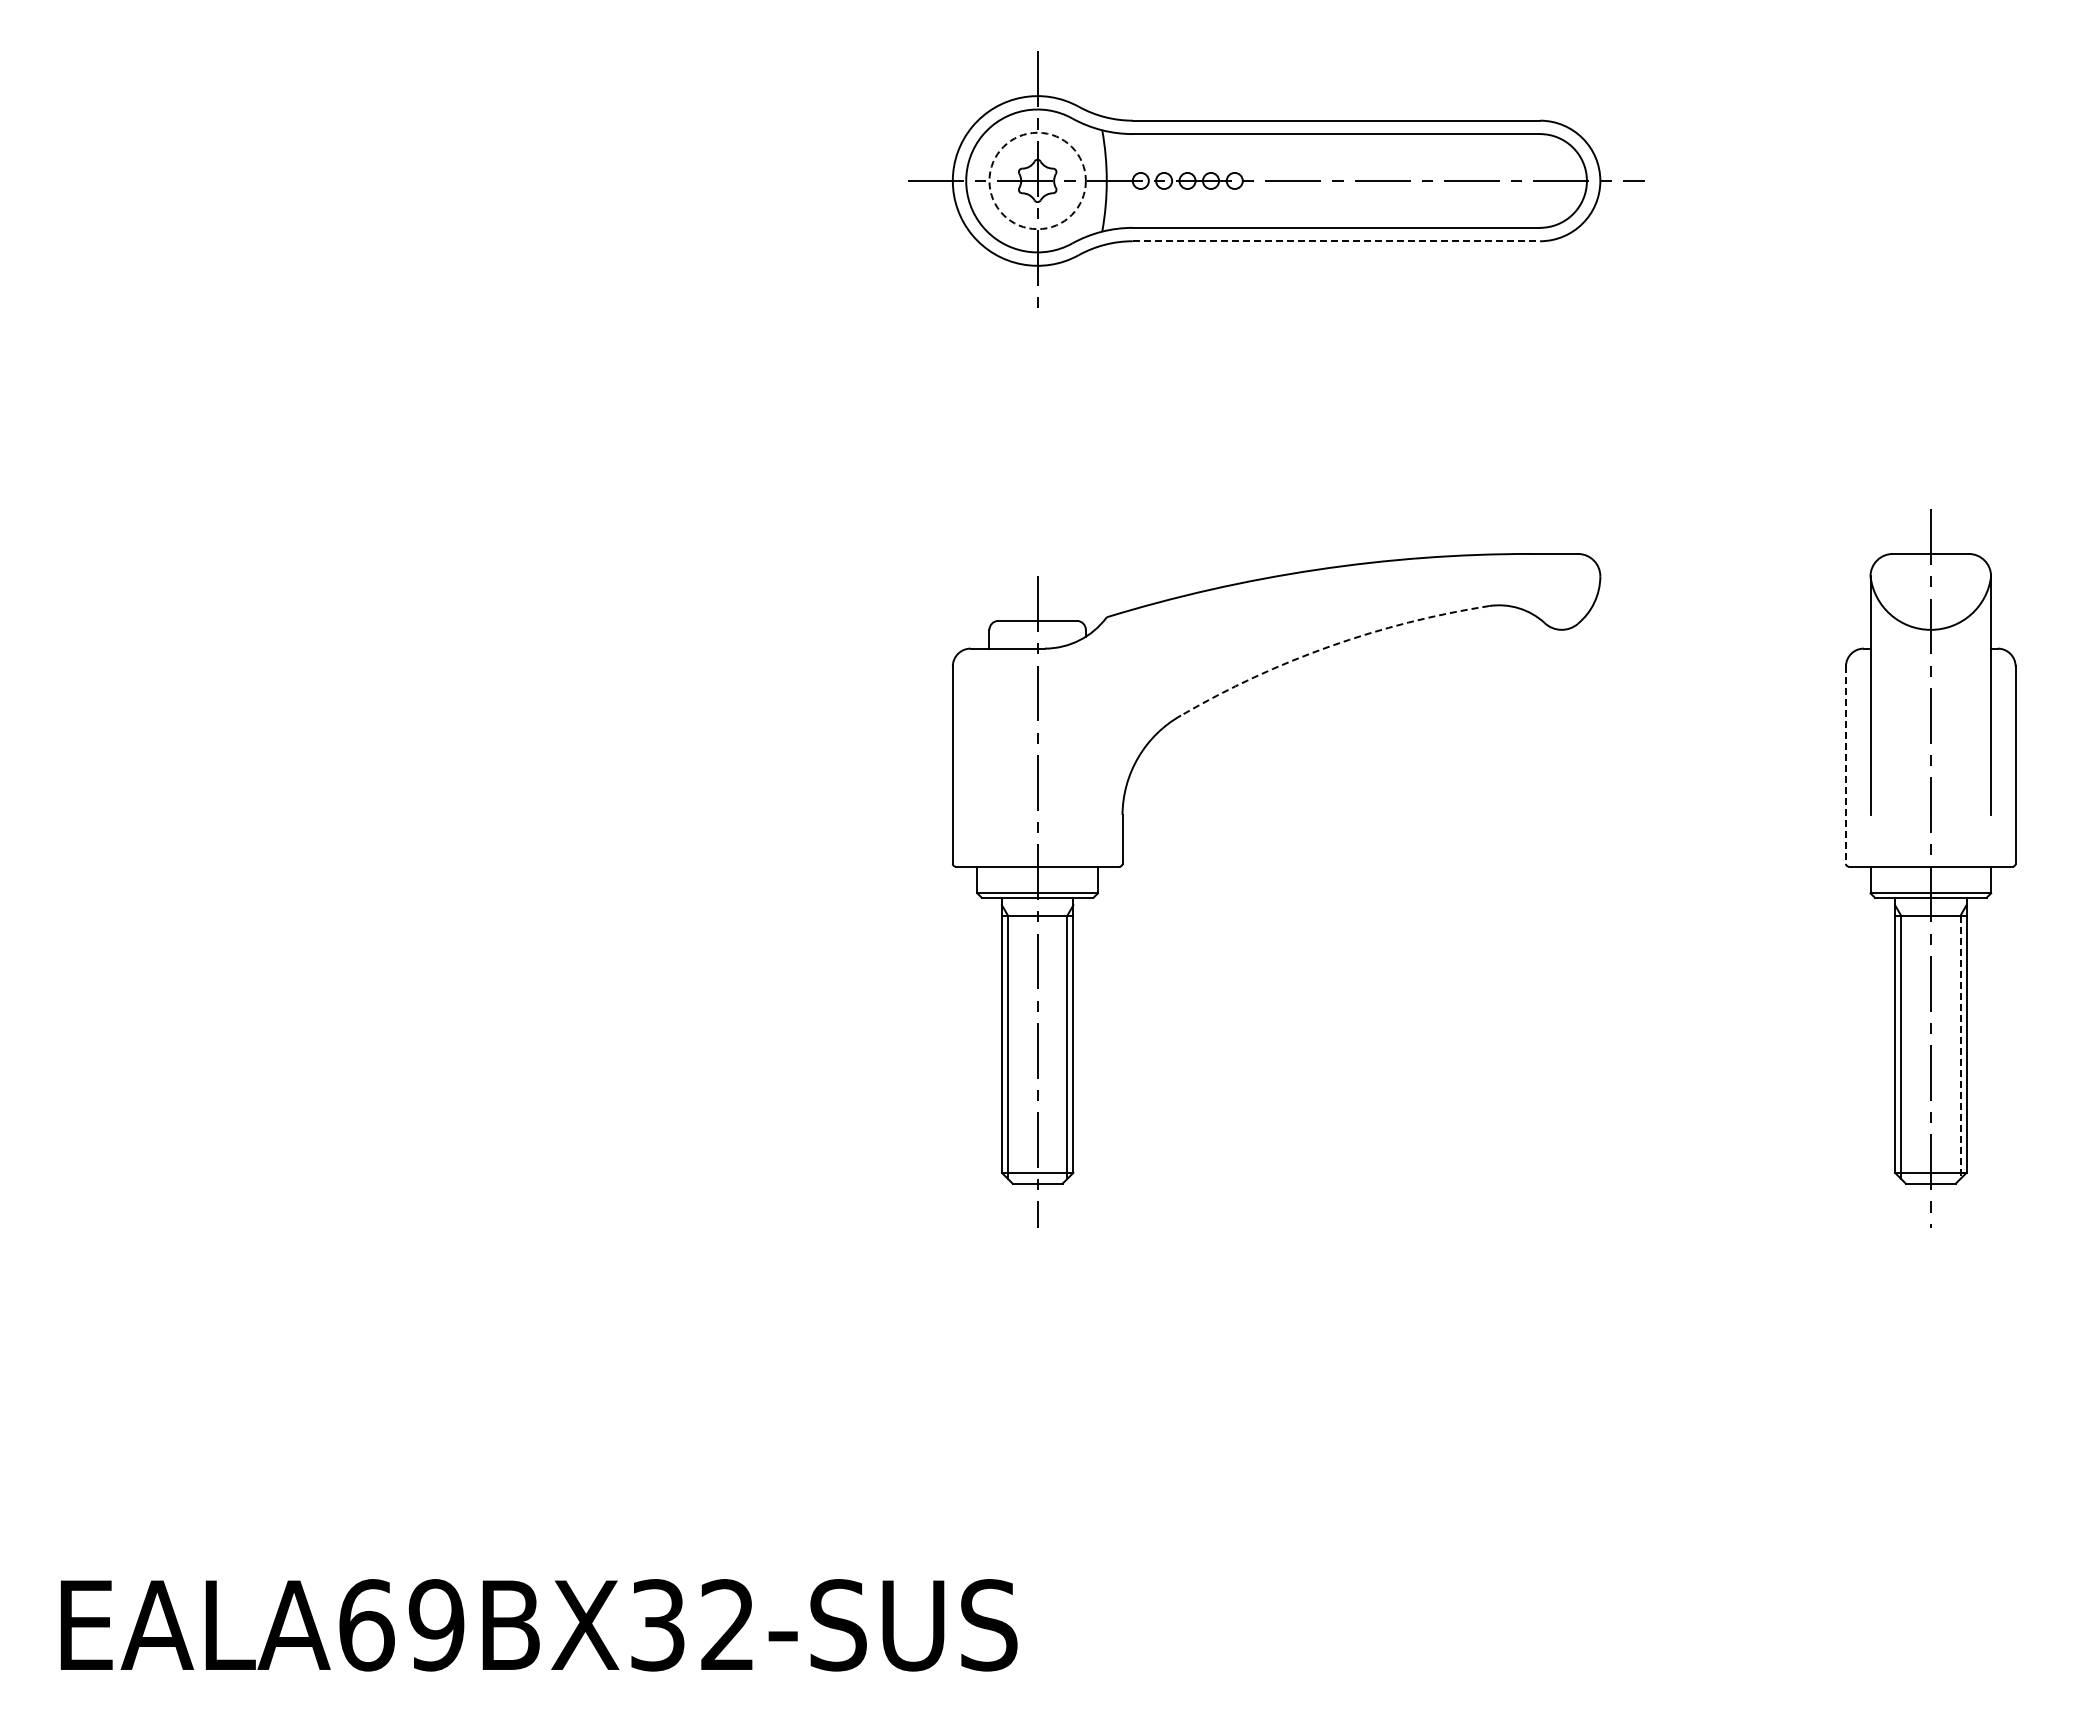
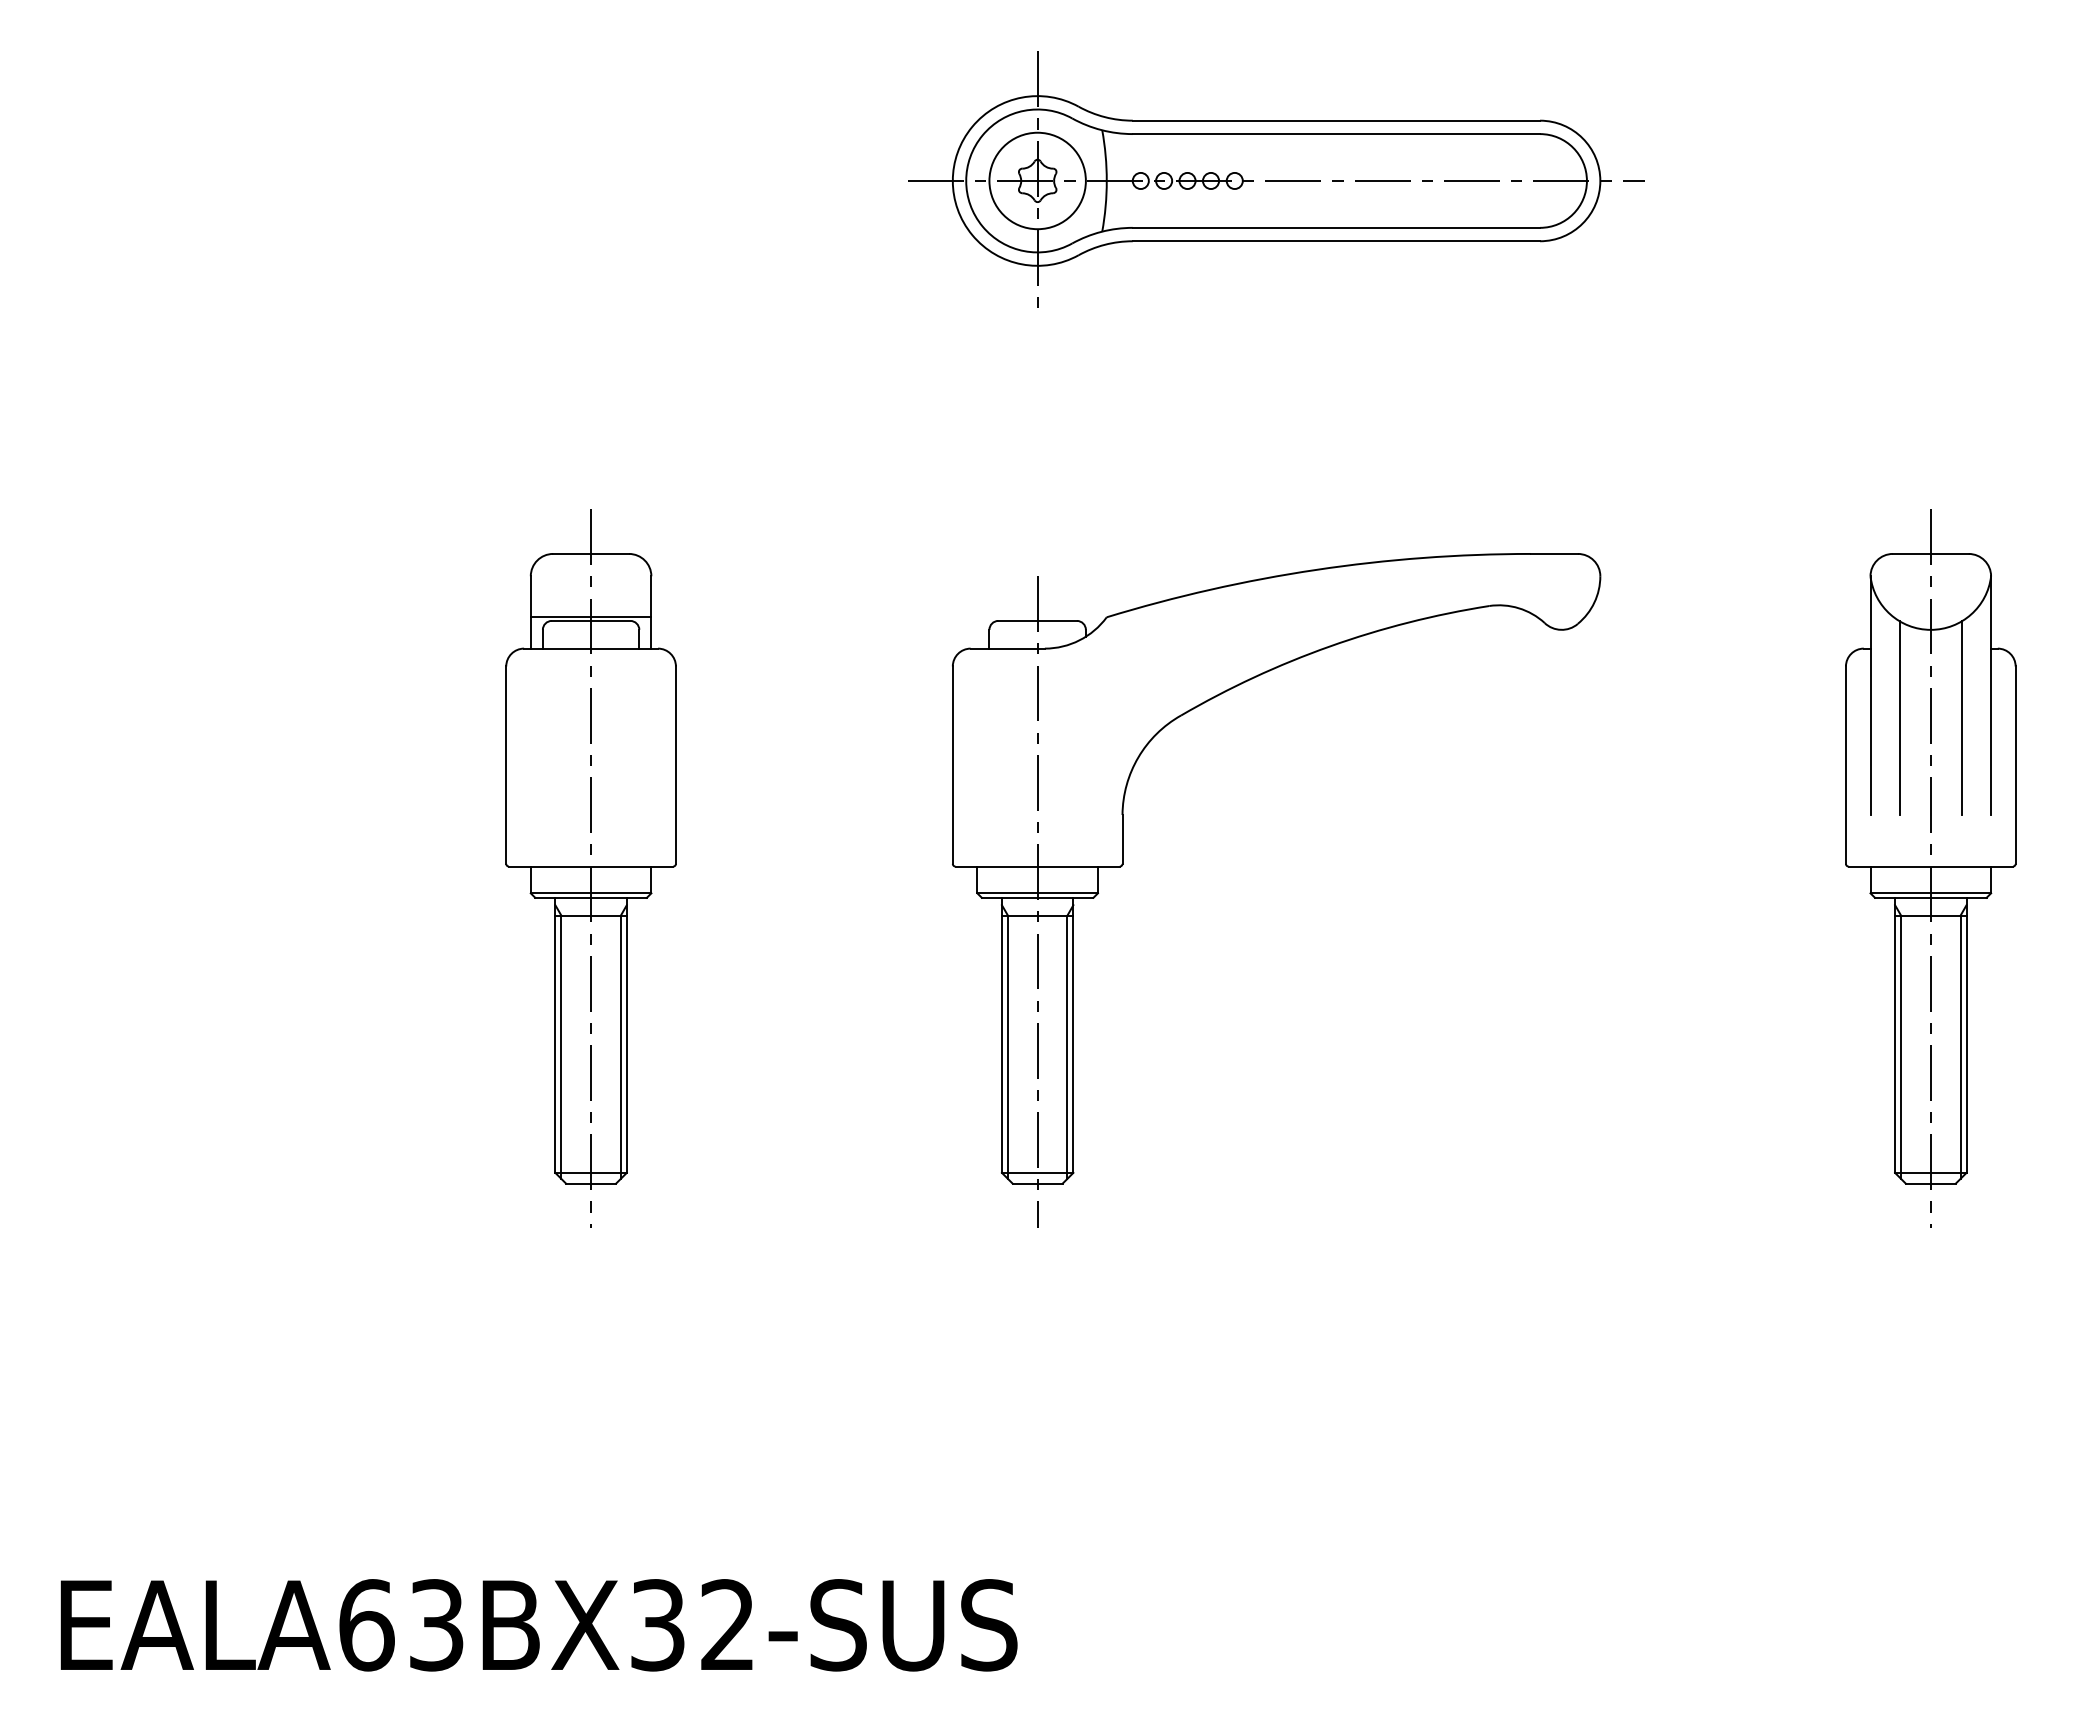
circle at (1037, 180): dashed -> solid
line at (1336, 241): dashed -> solid
arc at (1330, 646): dashed -> solid
line at (1899, 718): none -> present
line at (1962, 718): none -> present
line at (1845, 765): dashed -> solid
part at (590, 868): none -> present
line at (1960, 1047): dashed -> solid
text at (436, 1625): EALA69BX32-SUS -> EALA63BX32-SUS
